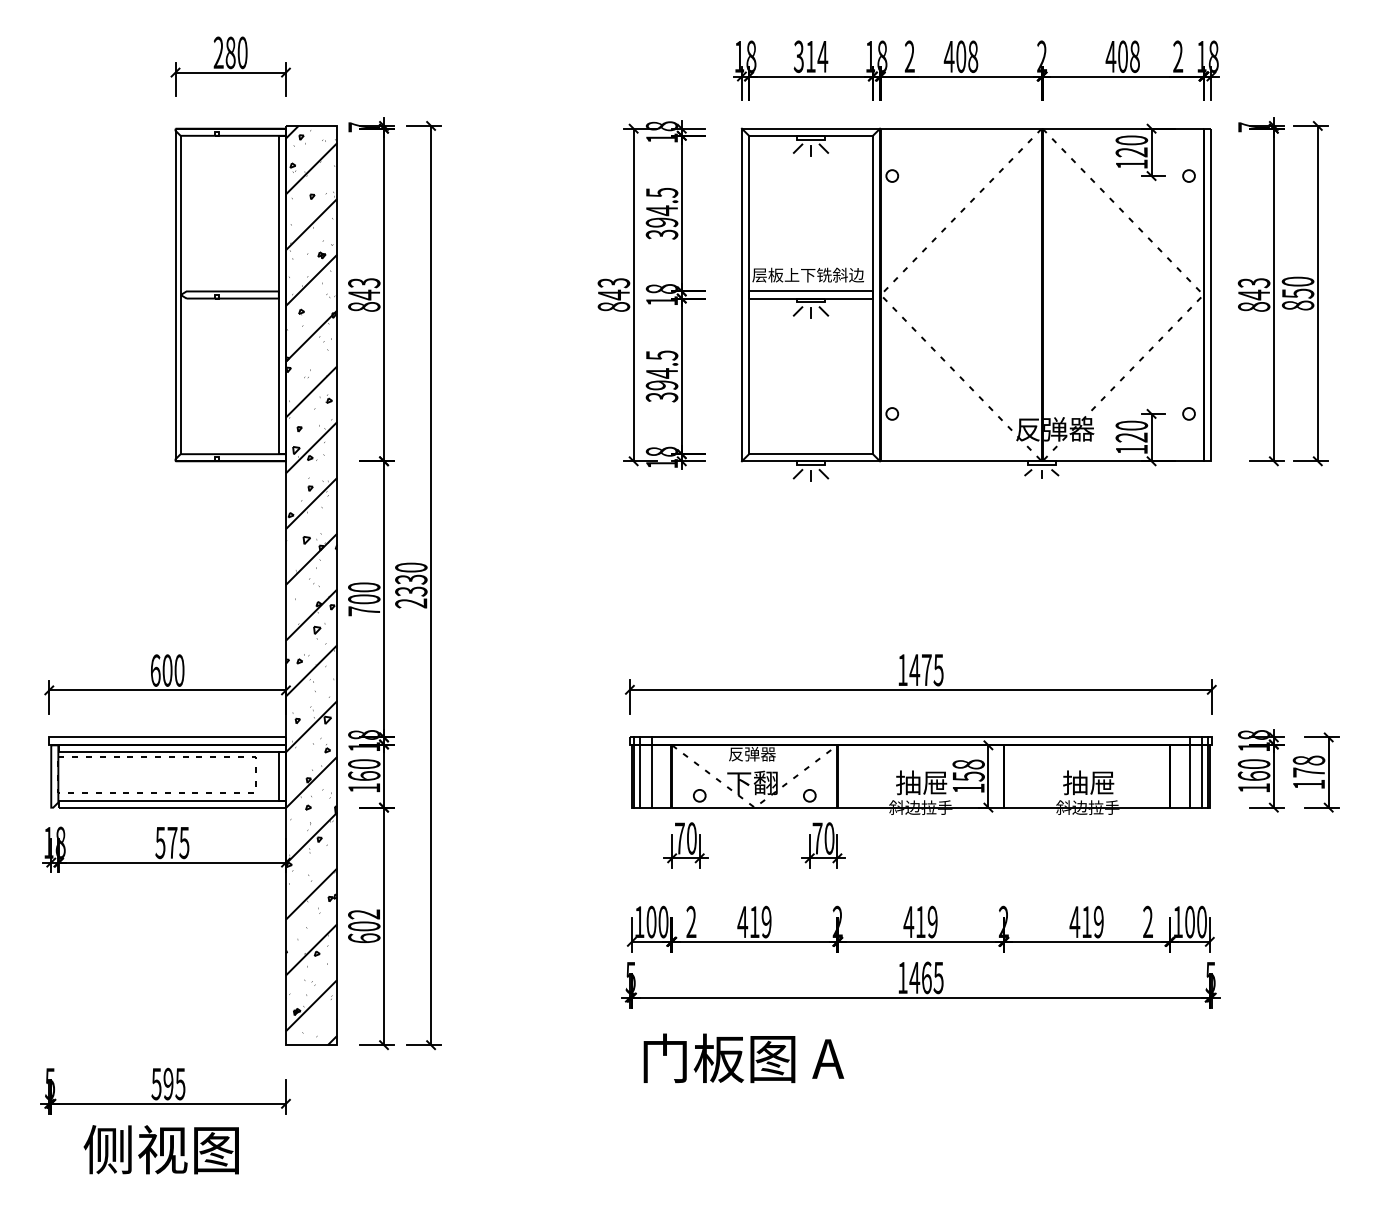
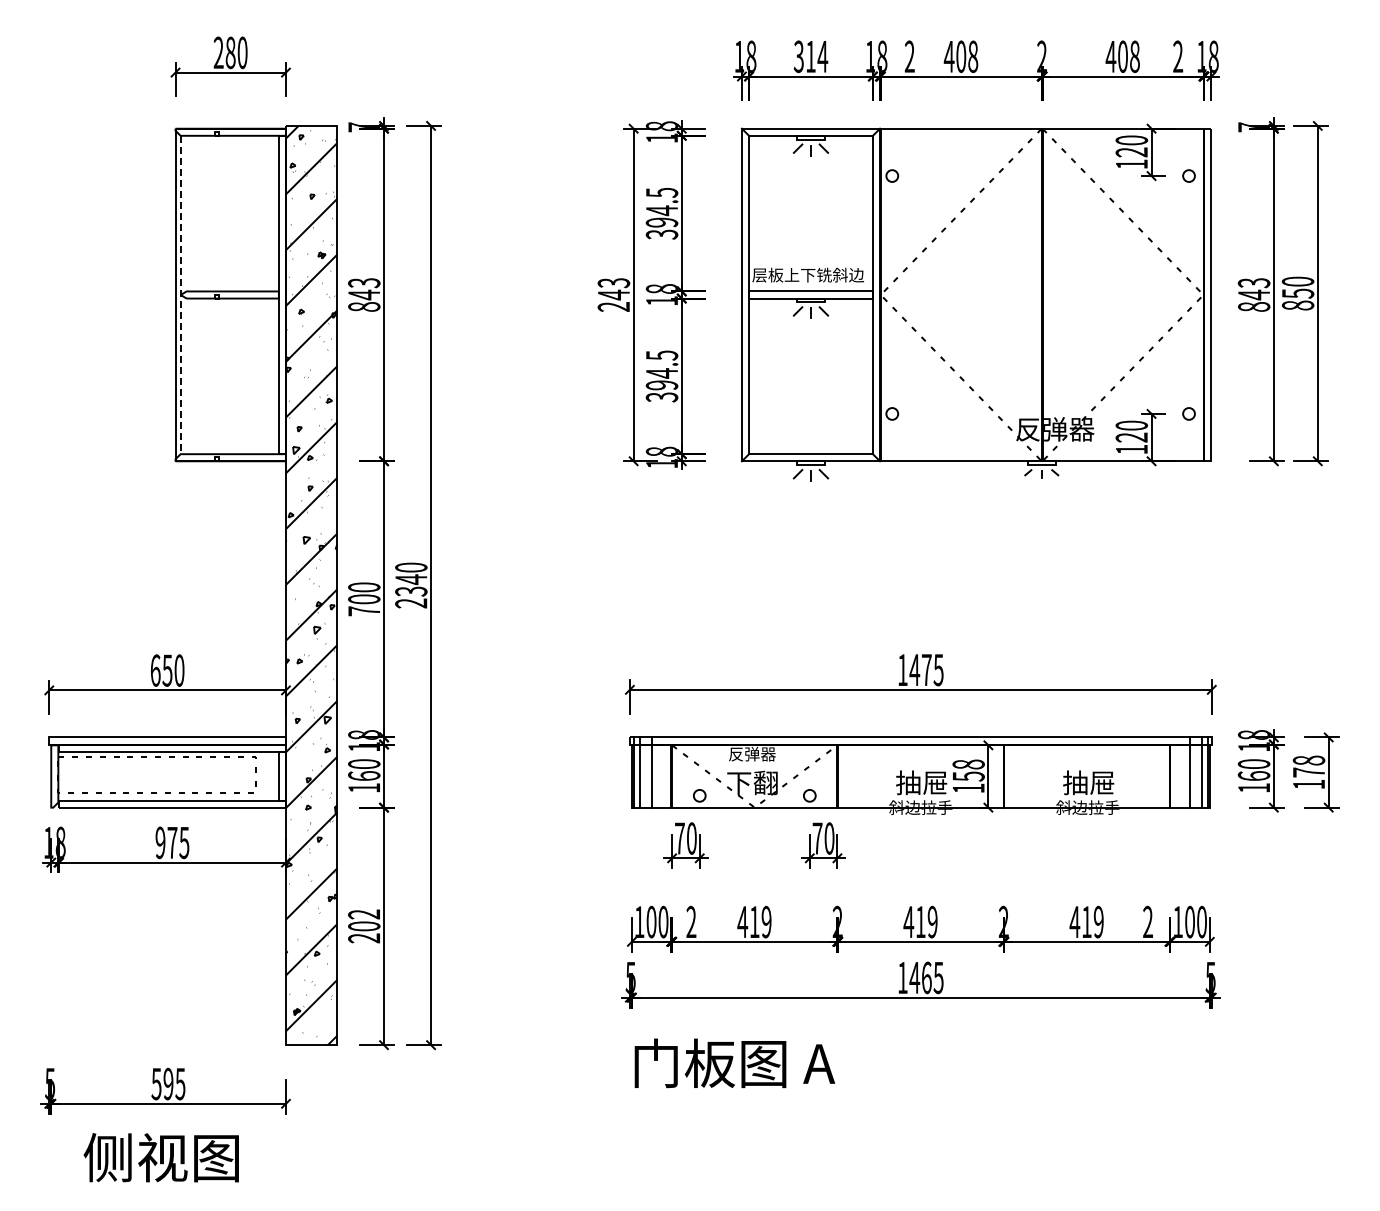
line at (180, 295): solid -> dashed
text at (613, 306): 843 -> 243
text at (411, 579): 2330 -> 2340
text at (167, 670): 600 -> 650
text at (160, 842): 575 -> 975
text at (364, 938): 602 -> 202
text at (743, 1058) position: (743, 1058) -> (734, 1063)
text at (160, 1149) position: (160, 1149) -> (160, 1157)
